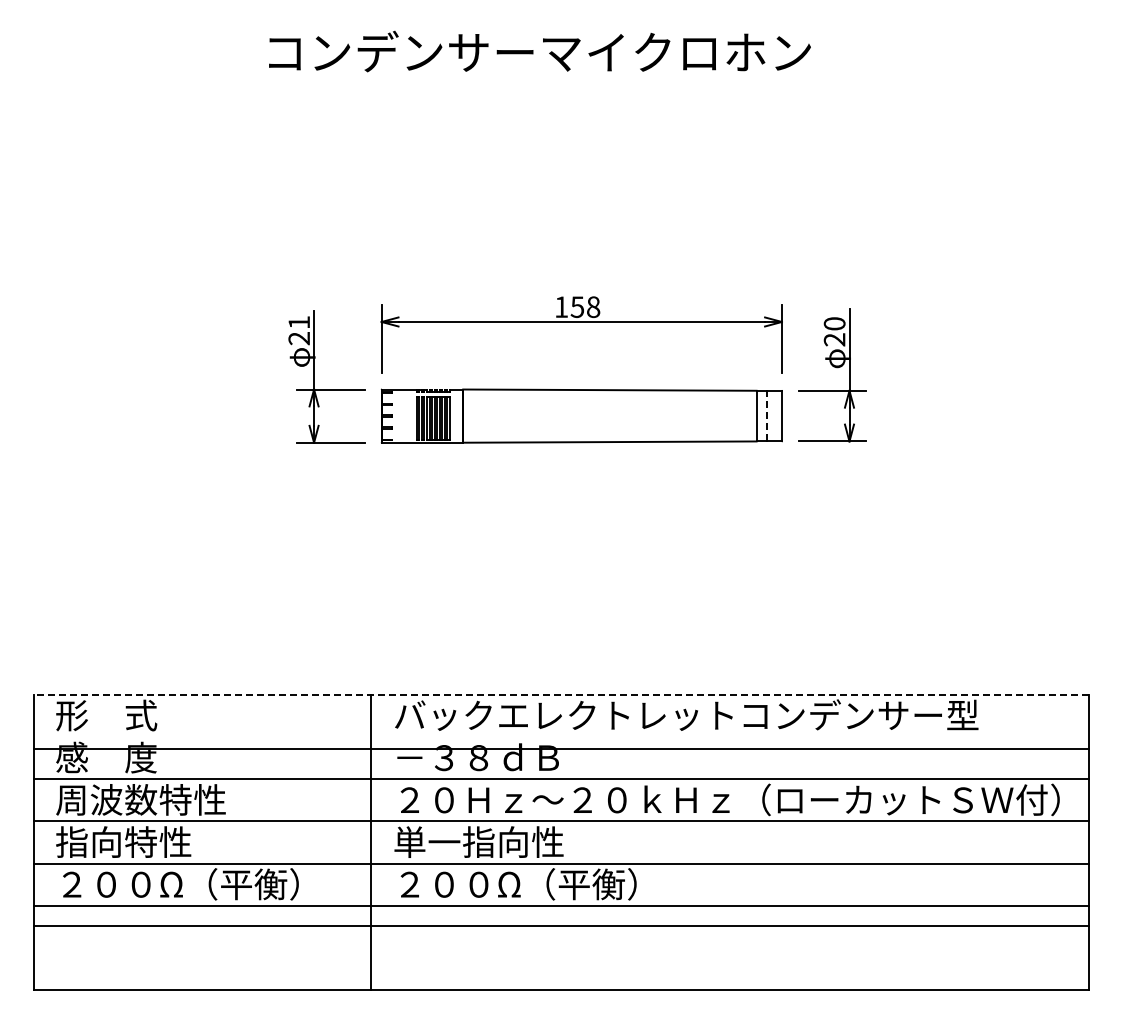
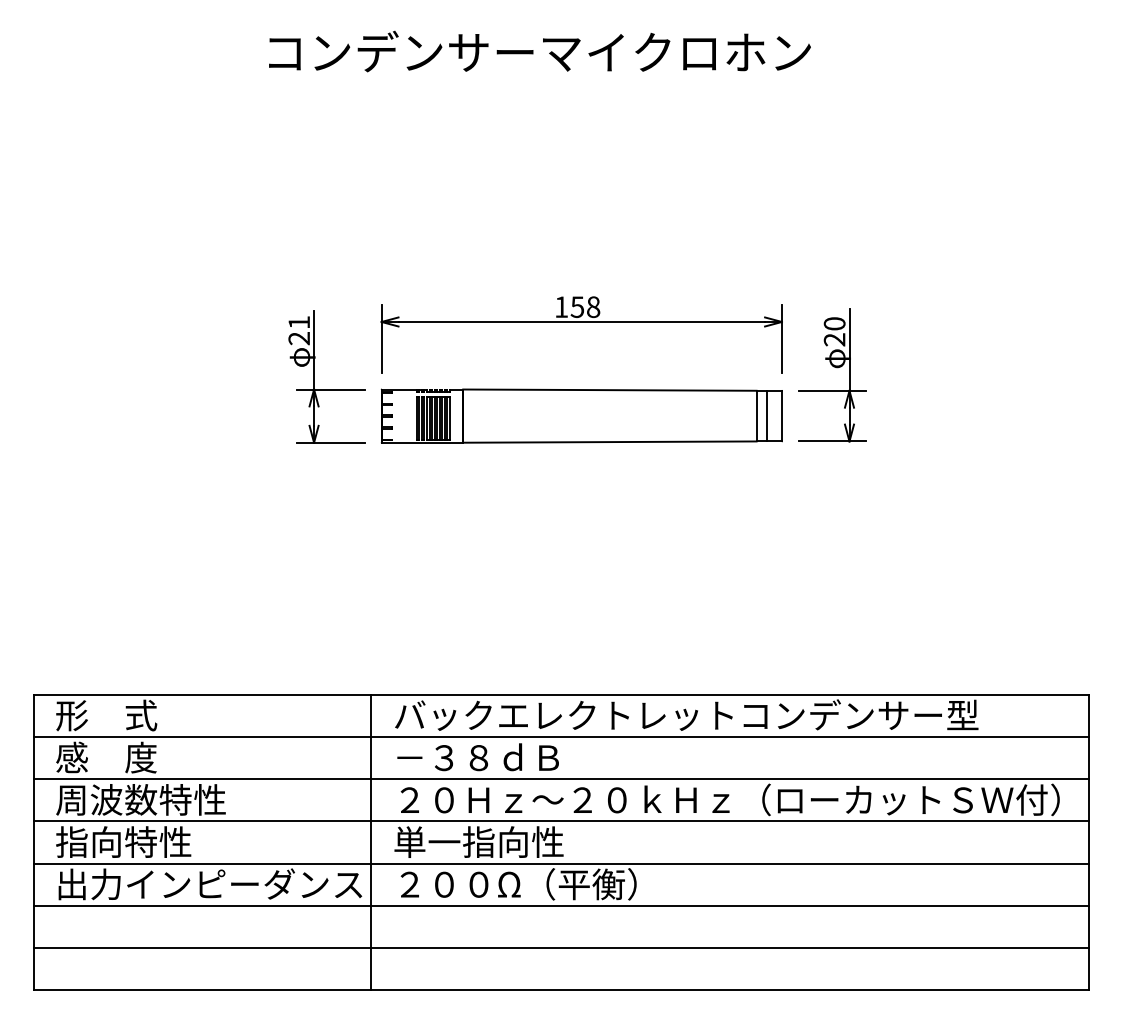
line at (766, 415): dashed -> solid
line at (561, 694): dashed -> solid
line at (561, 749) position: (561, 749) -> (561, 737)
text at (210, 884): ２００Ω（平衡） -> 出力インピーダンス
line at (561, 926) position: (561, 926) -> (561, 948)
